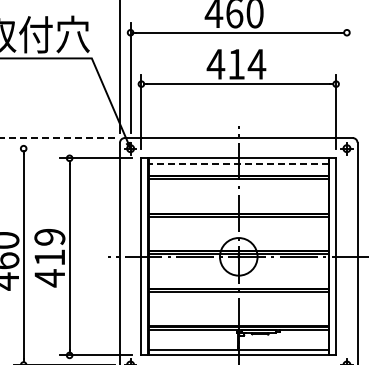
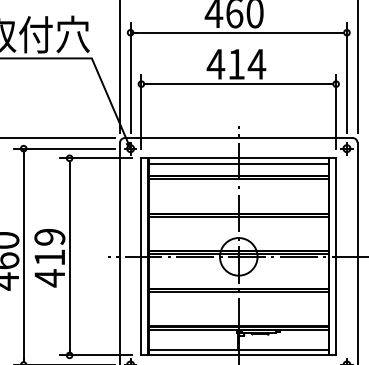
line at (357, 67): none -> present
line at (346, 78): none -> present
line at (57, 138): dashed -> solid
line at (64, 148): none -> present
line at (238, 164): dashed -> solid
